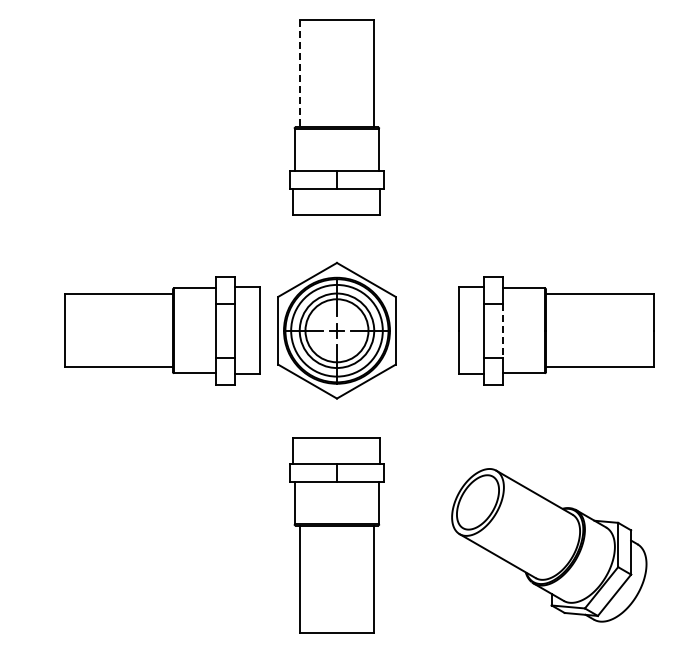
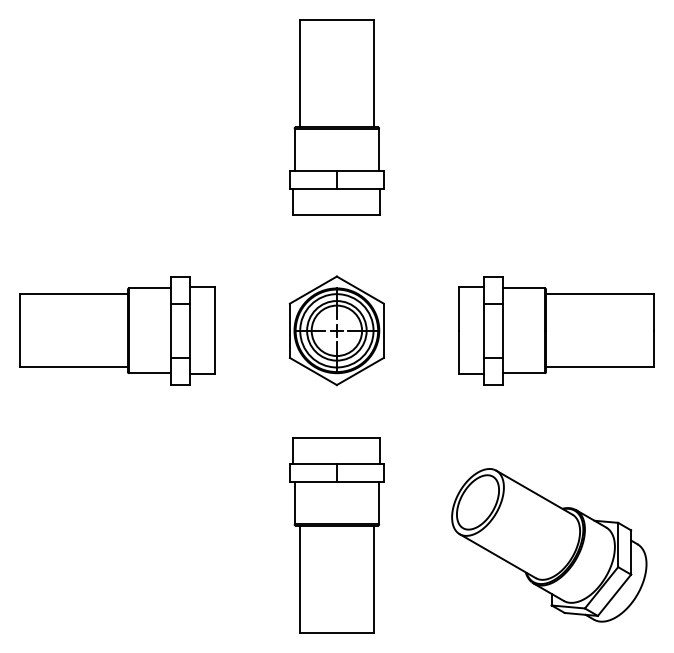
line at (300, 73): dashed -> solid
part at (162, 330) position: (162, 330) -> (117, 330)
part at (336, 330) size: 120x139 px -> 97x112 px
line at (502, 331): dashed -> solid
